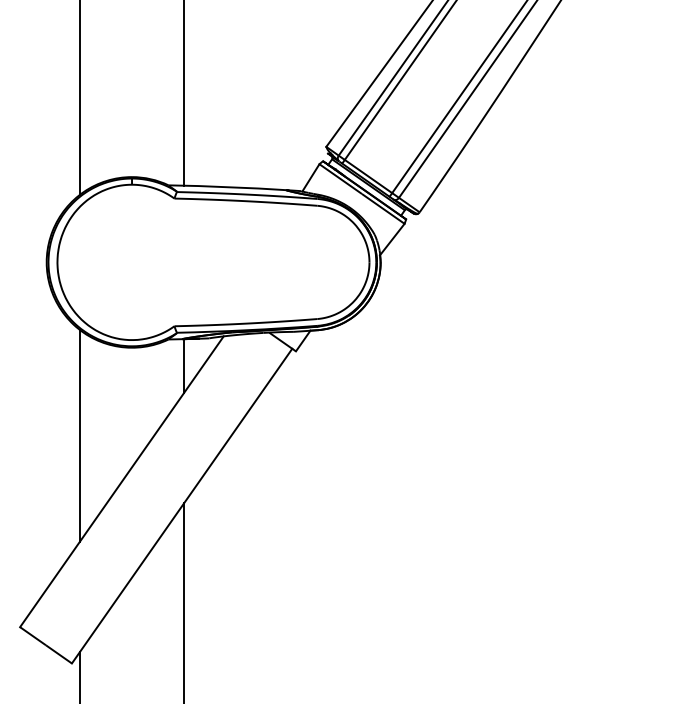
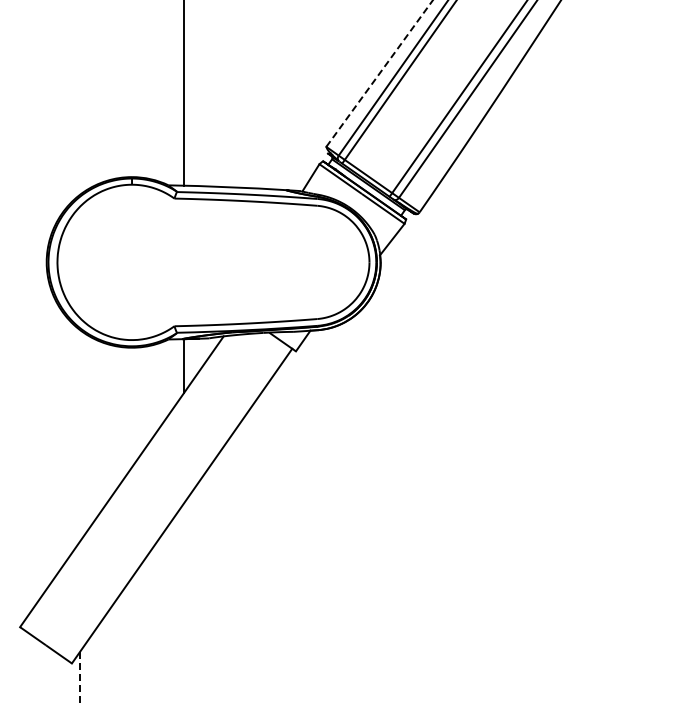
line at (379, 73): solid -> dashed
line at (80, 98): present -> none
line at (80, 435): present -> none
line at (183, 601): present -> none
line at (80, 677): solid -> dashed
